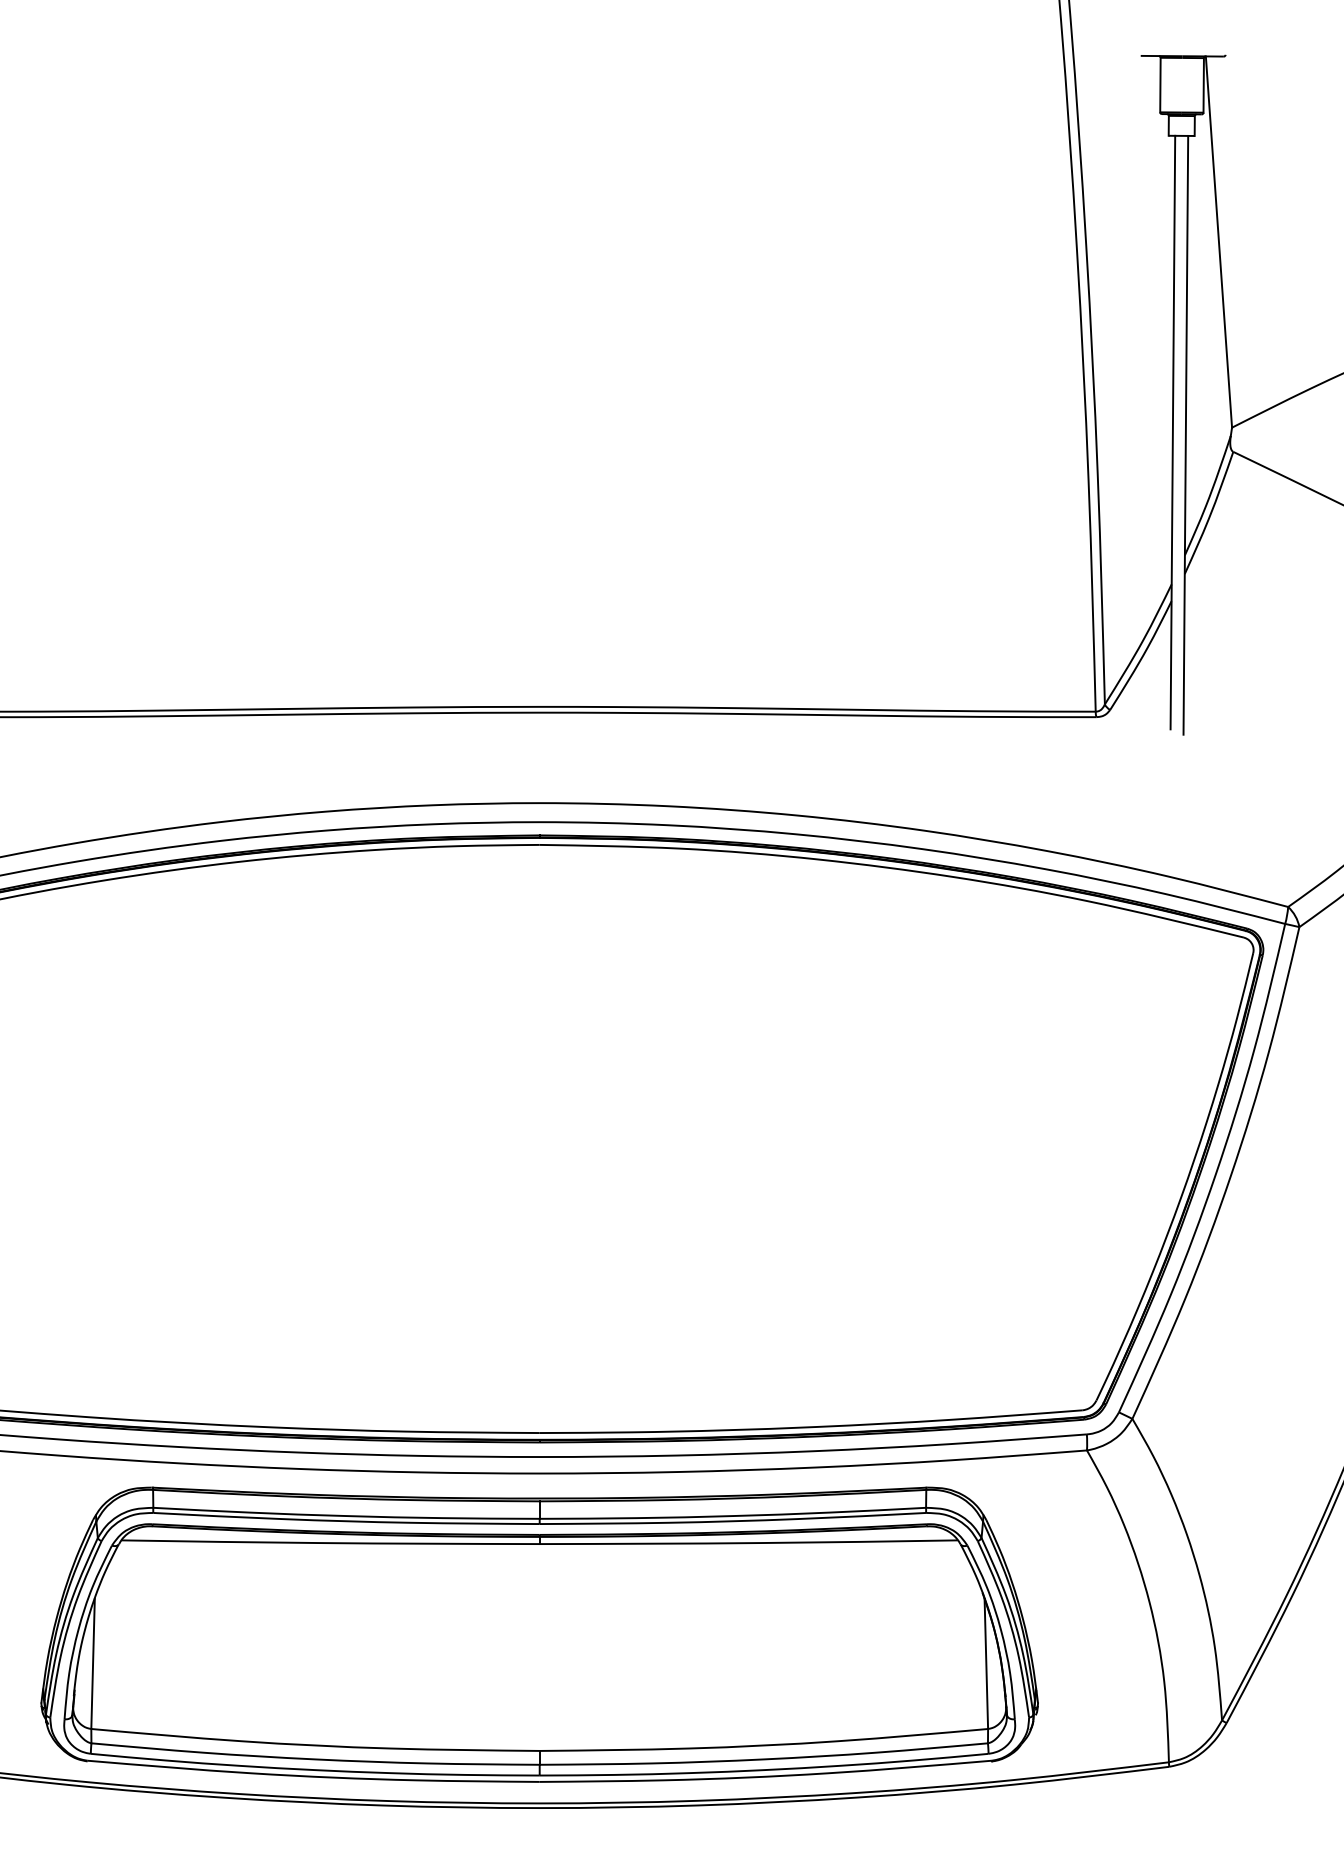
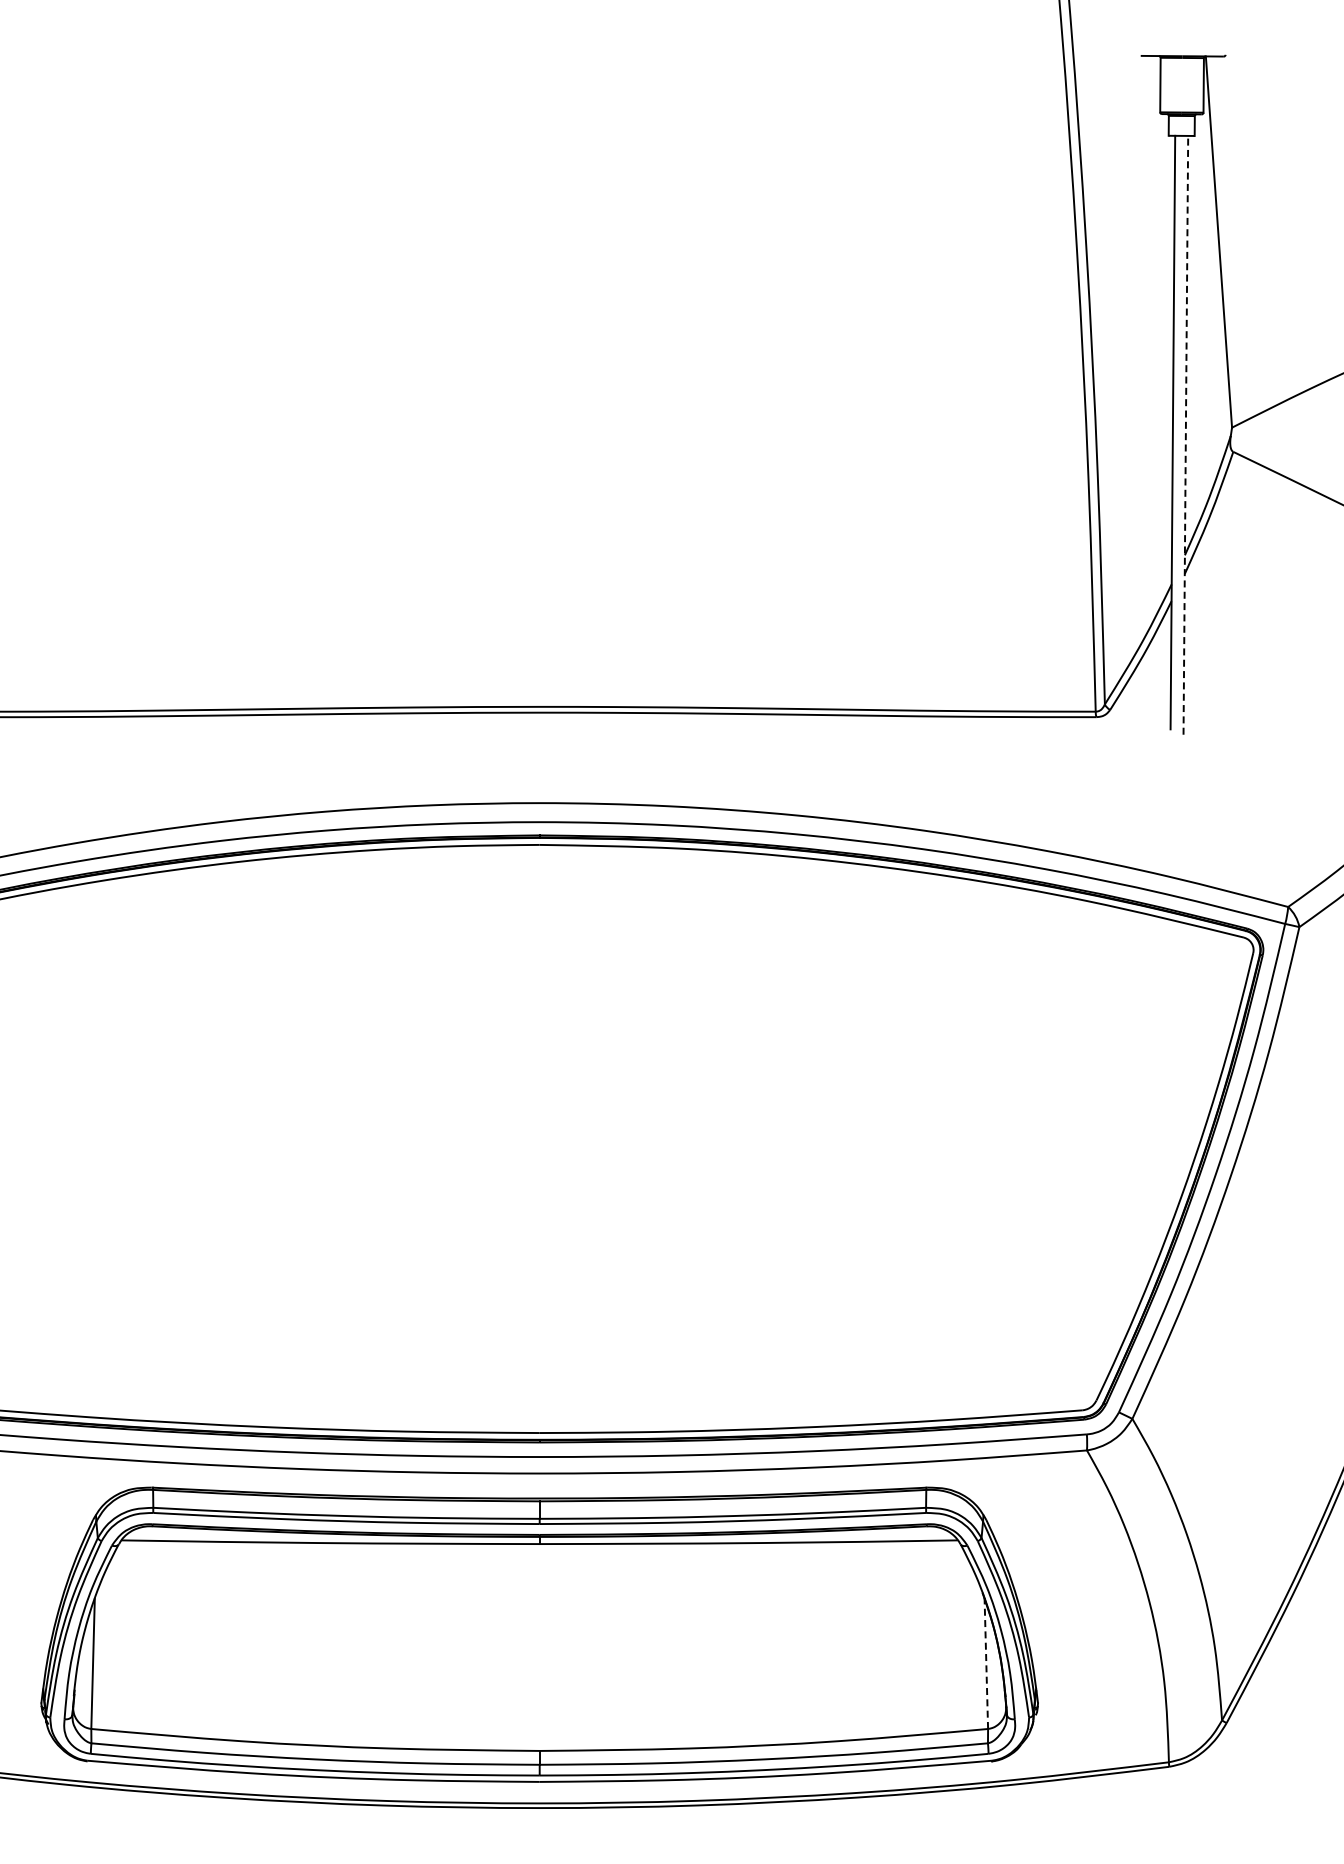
line at (1185, 434): solid -> dashed
line at (986, 1663): solid -> dashed
